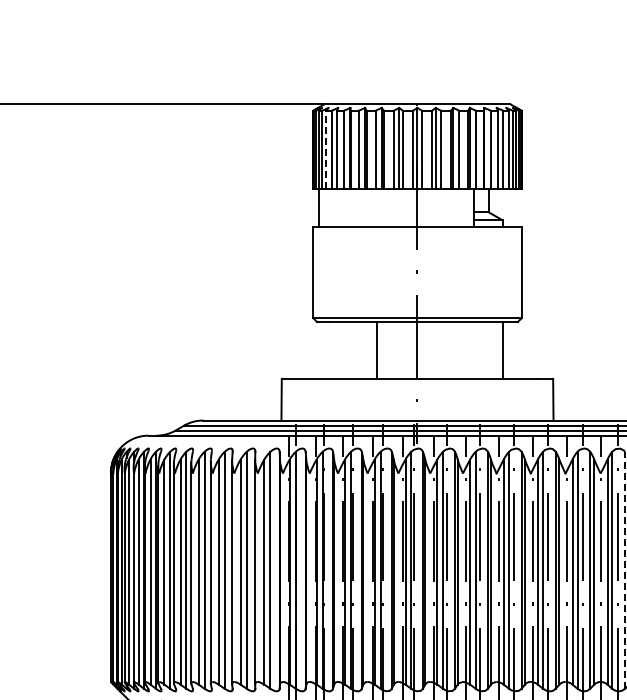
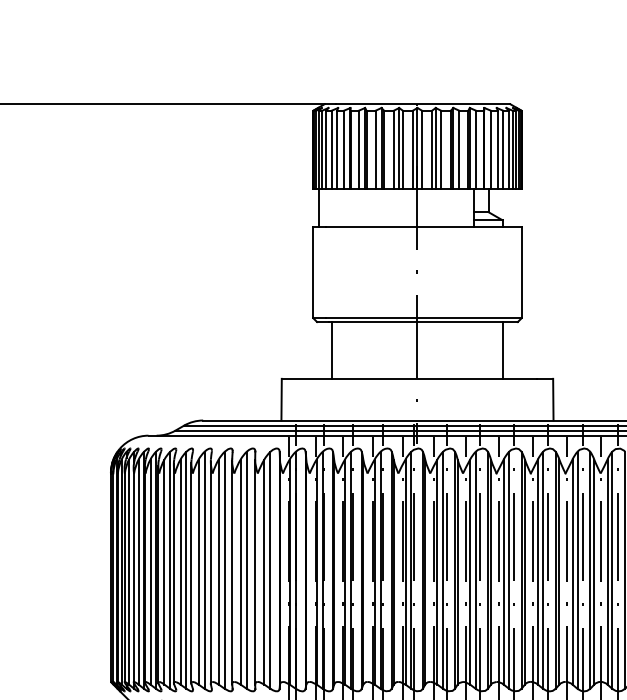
line at (326, 149): dashed -> solid
line at (377, 350) position: (377, 350) -> (332, 350)
line at (625, 570): dashed -> solid
